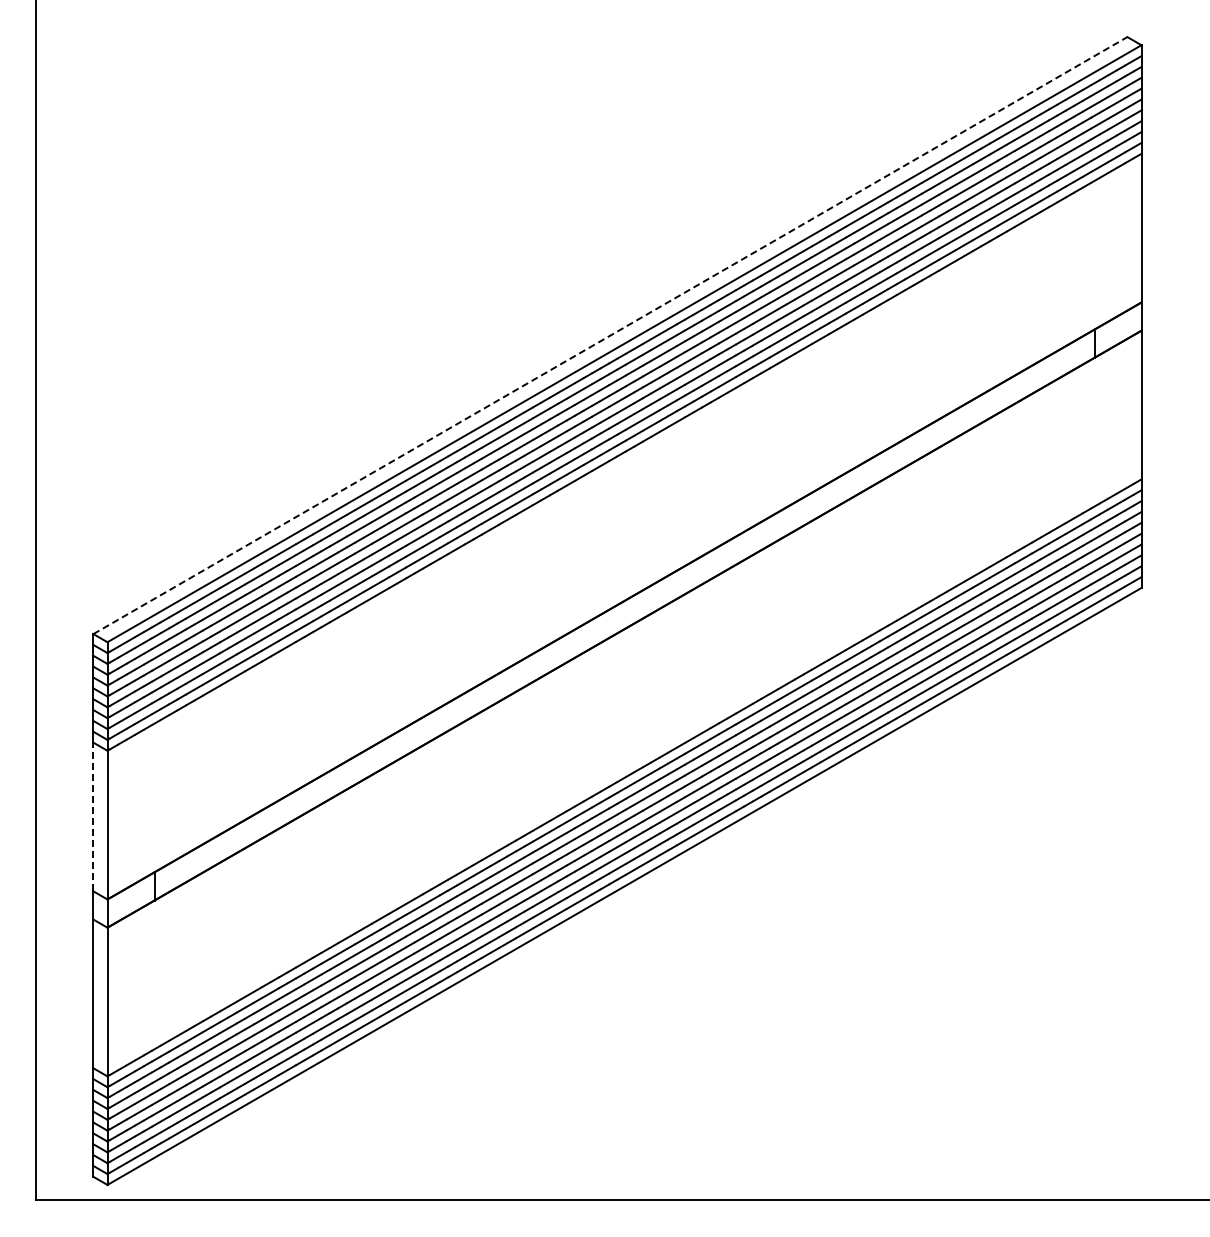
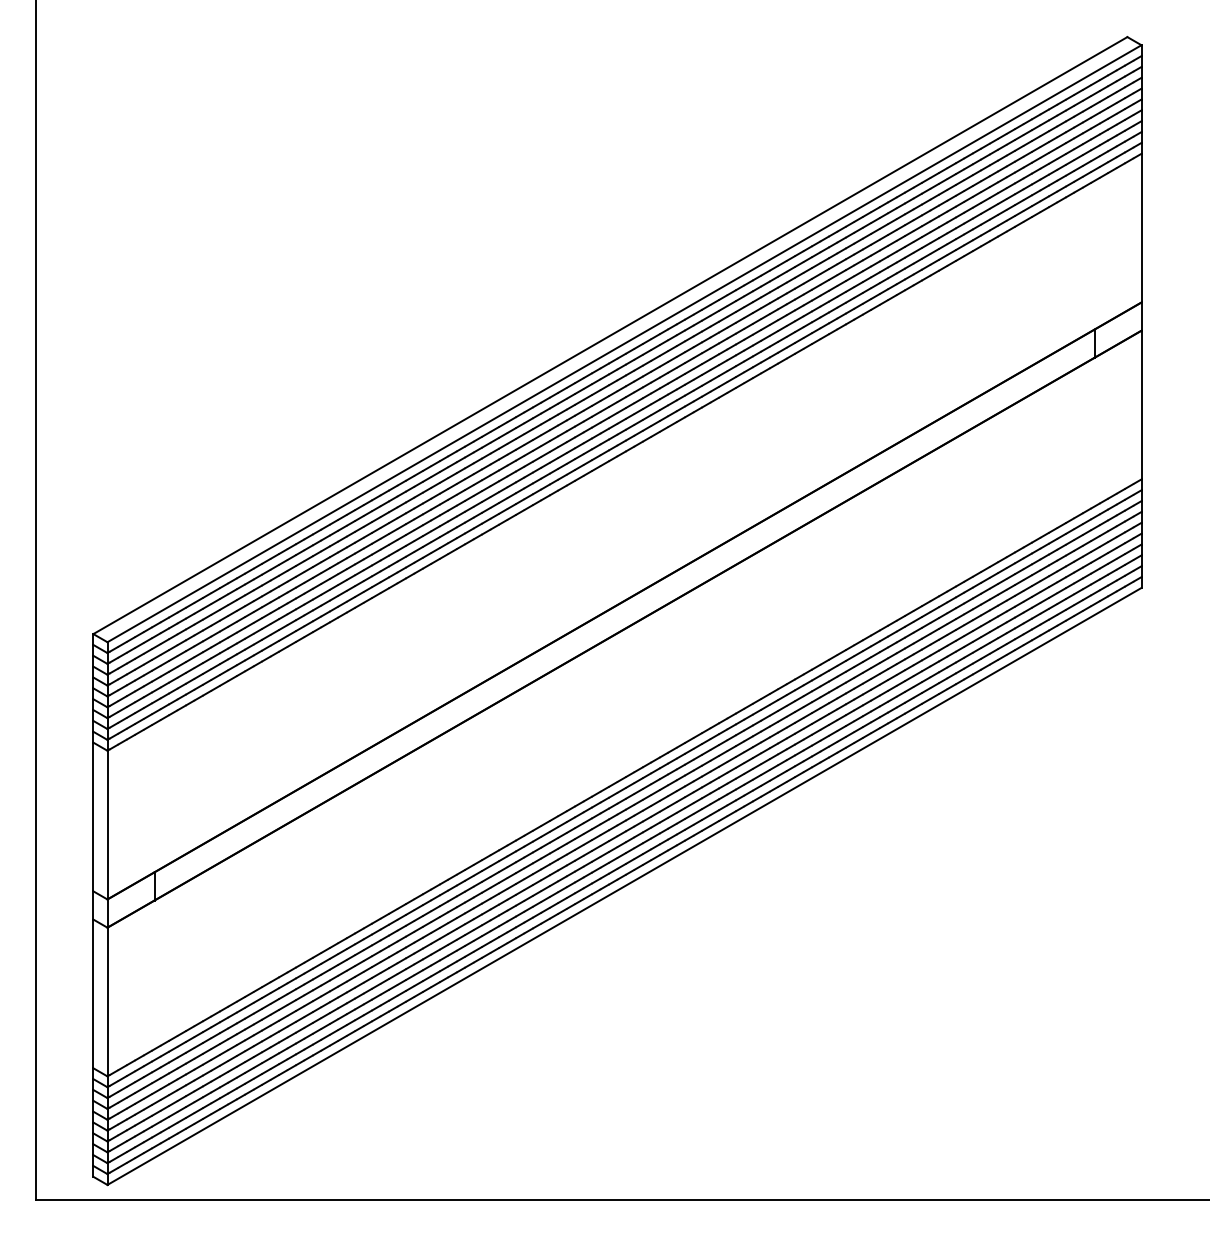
line at (610, 335): dashed -> solid
line at (93, 816): dashed -> solid
